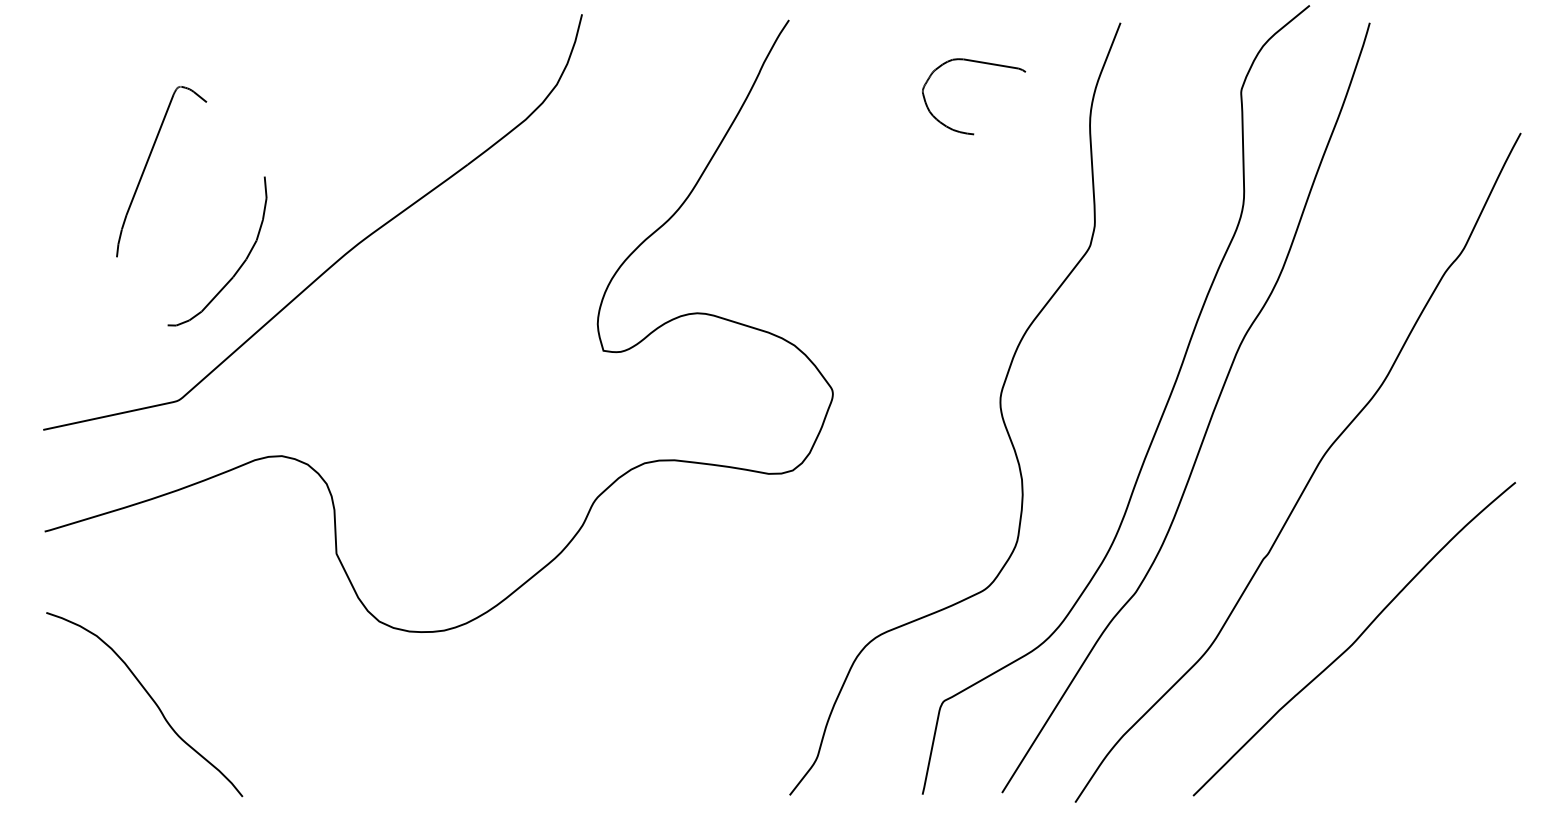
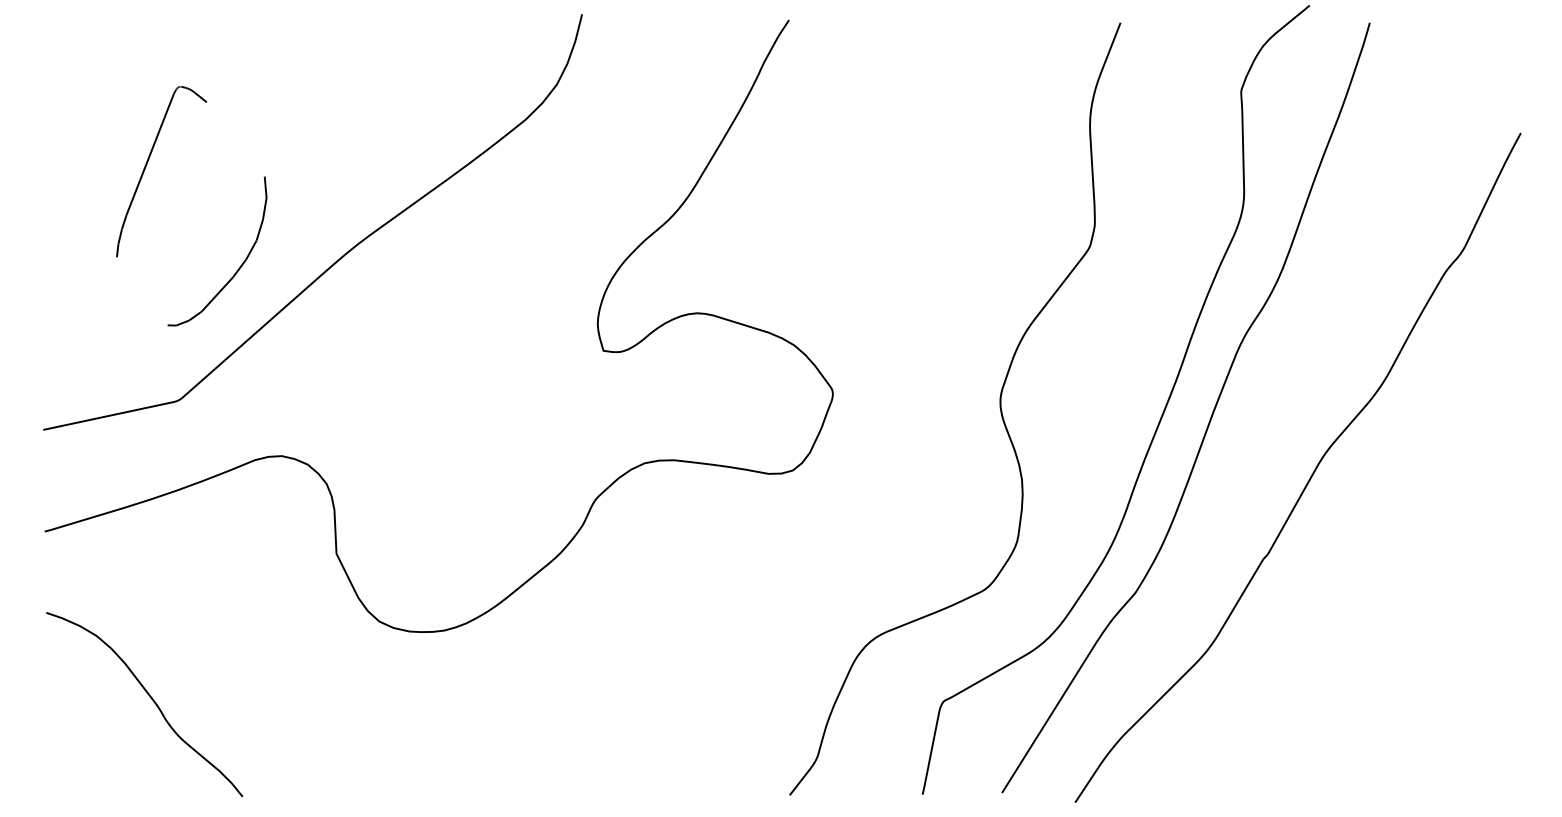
part at (980, 63): present -> none
curve at (1354, 640): present -> none
